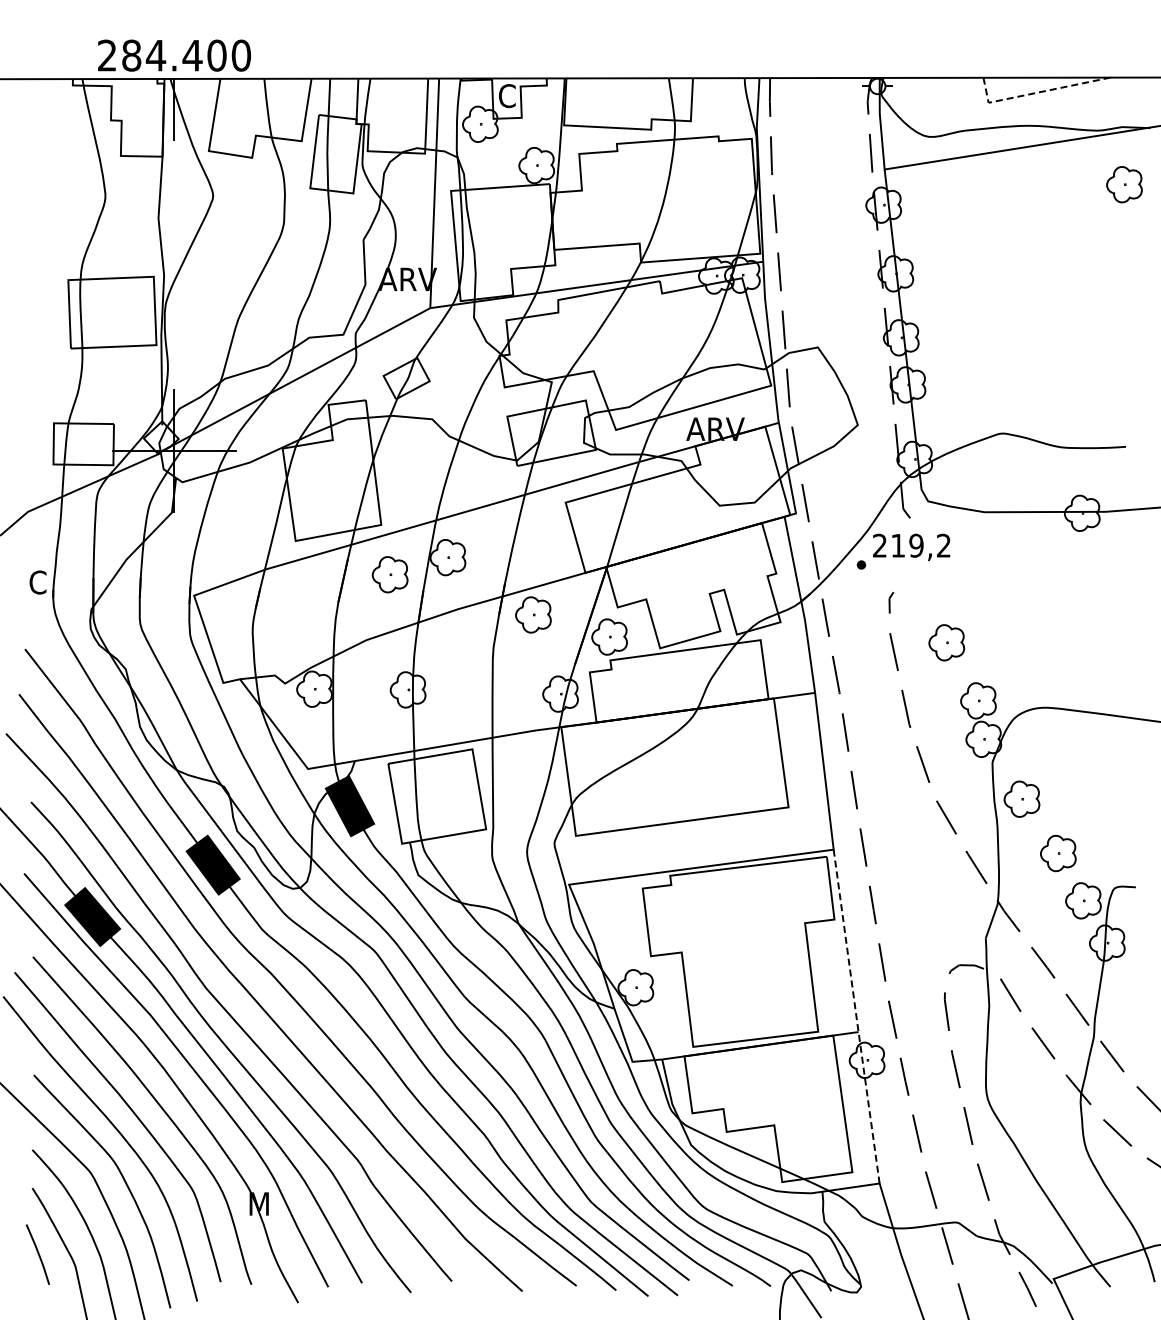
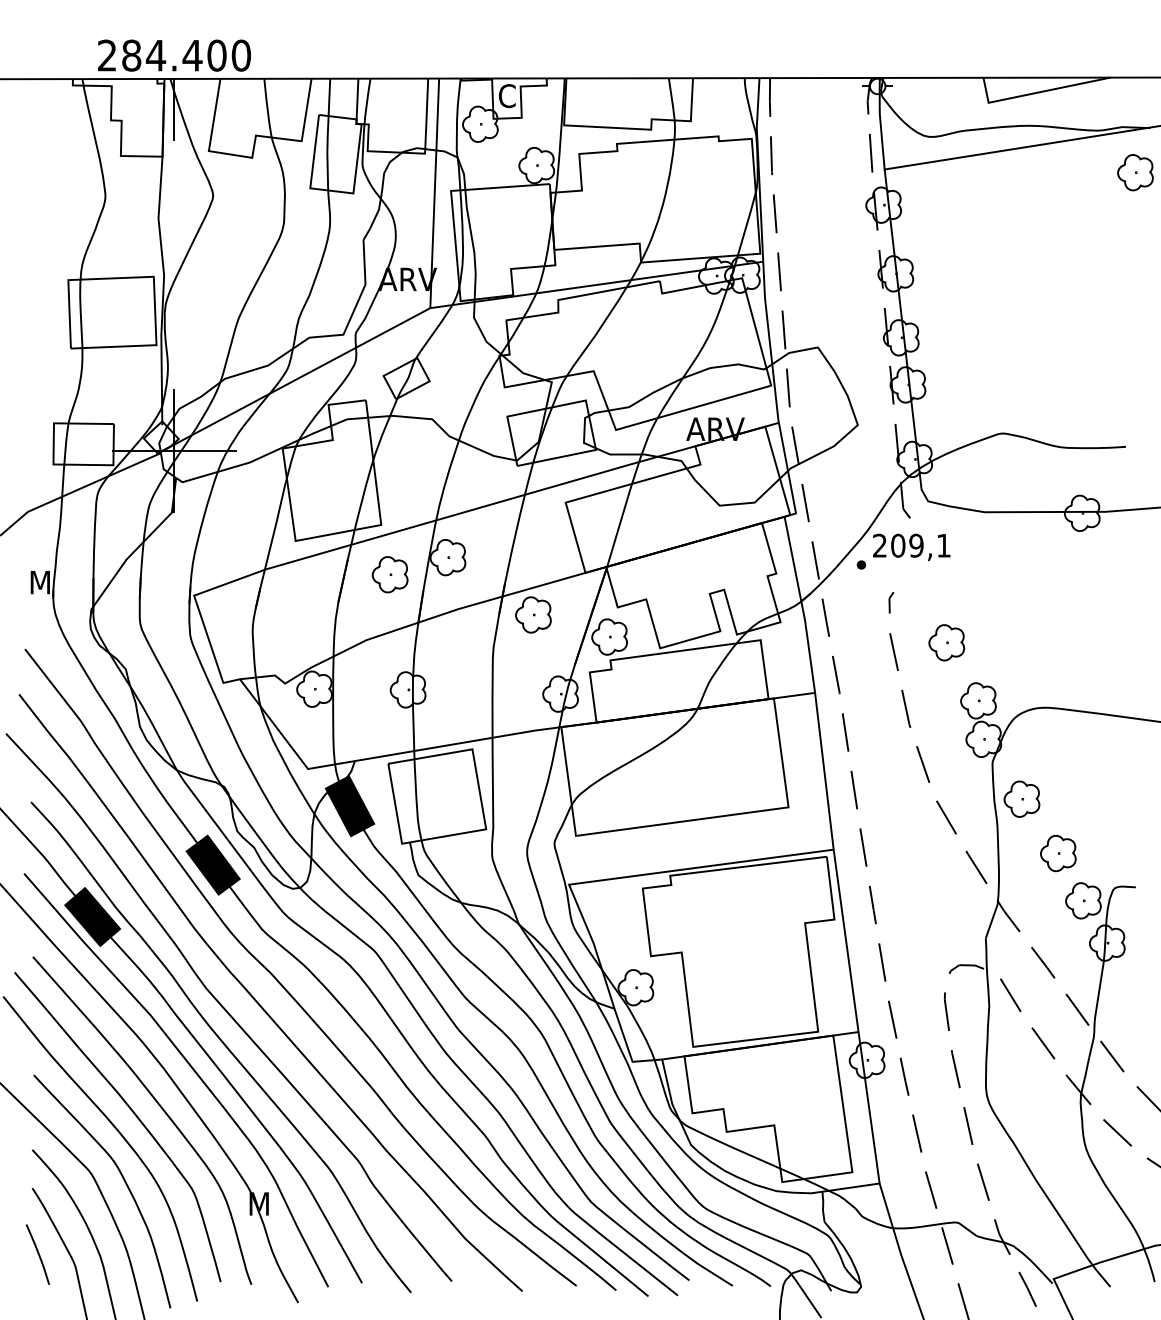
line at (1036, 92): dashed -> solid
part at (1124, 184) position: (1124, 184) -> (1135, 172)
text at (920, 545): 219,2 -> 209,1
text at (39, 582): C -> M
line at (856, 1016): dashed -> solid
